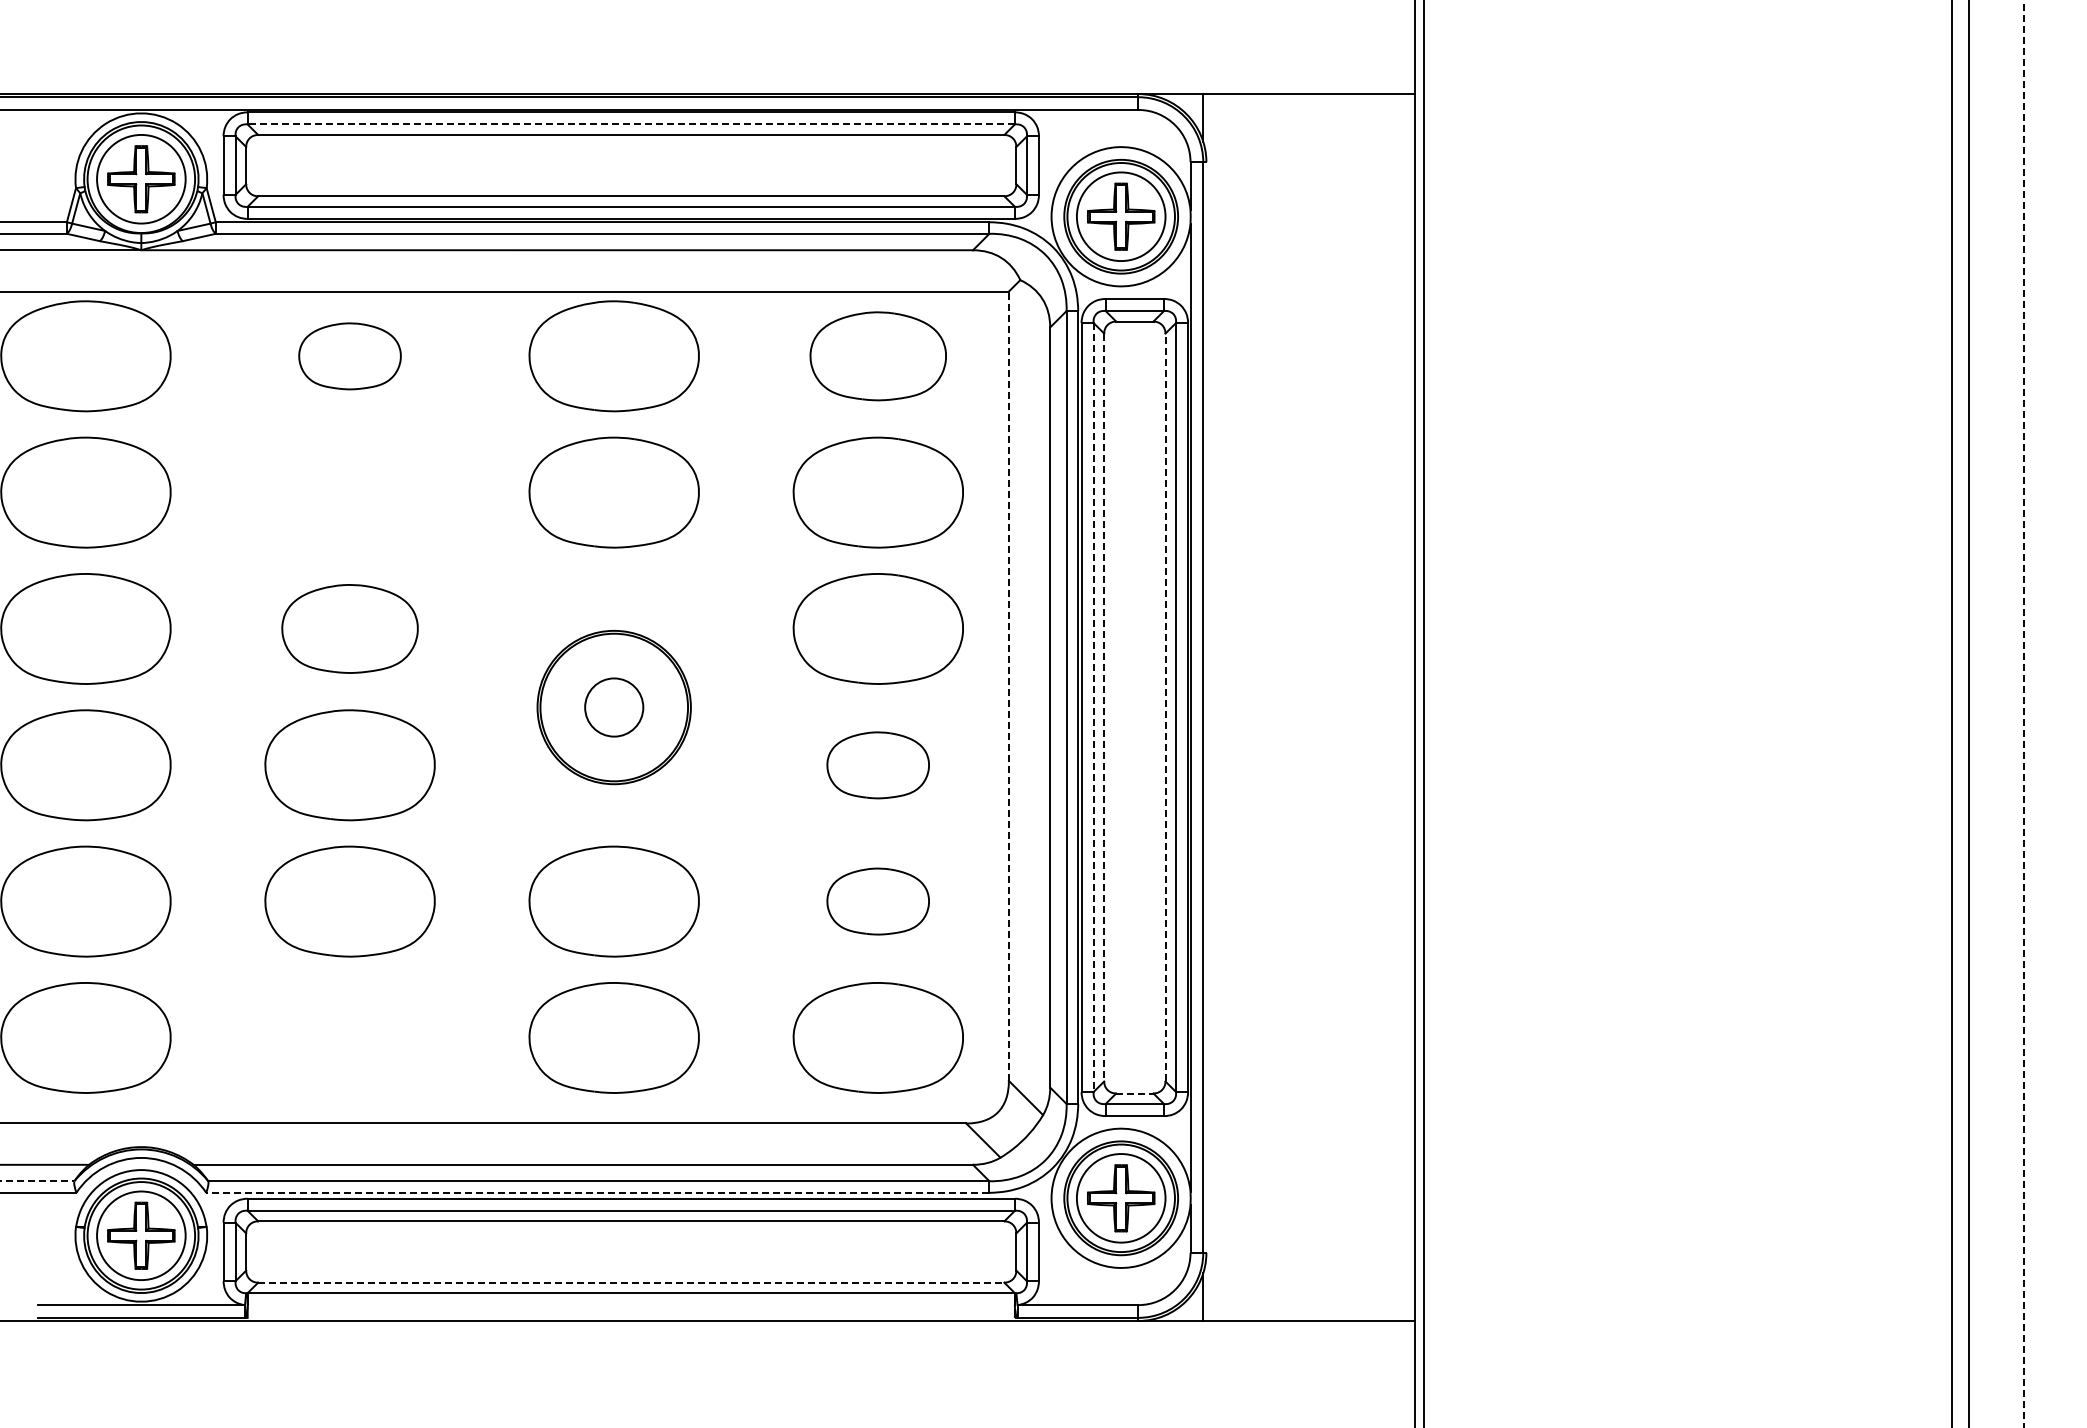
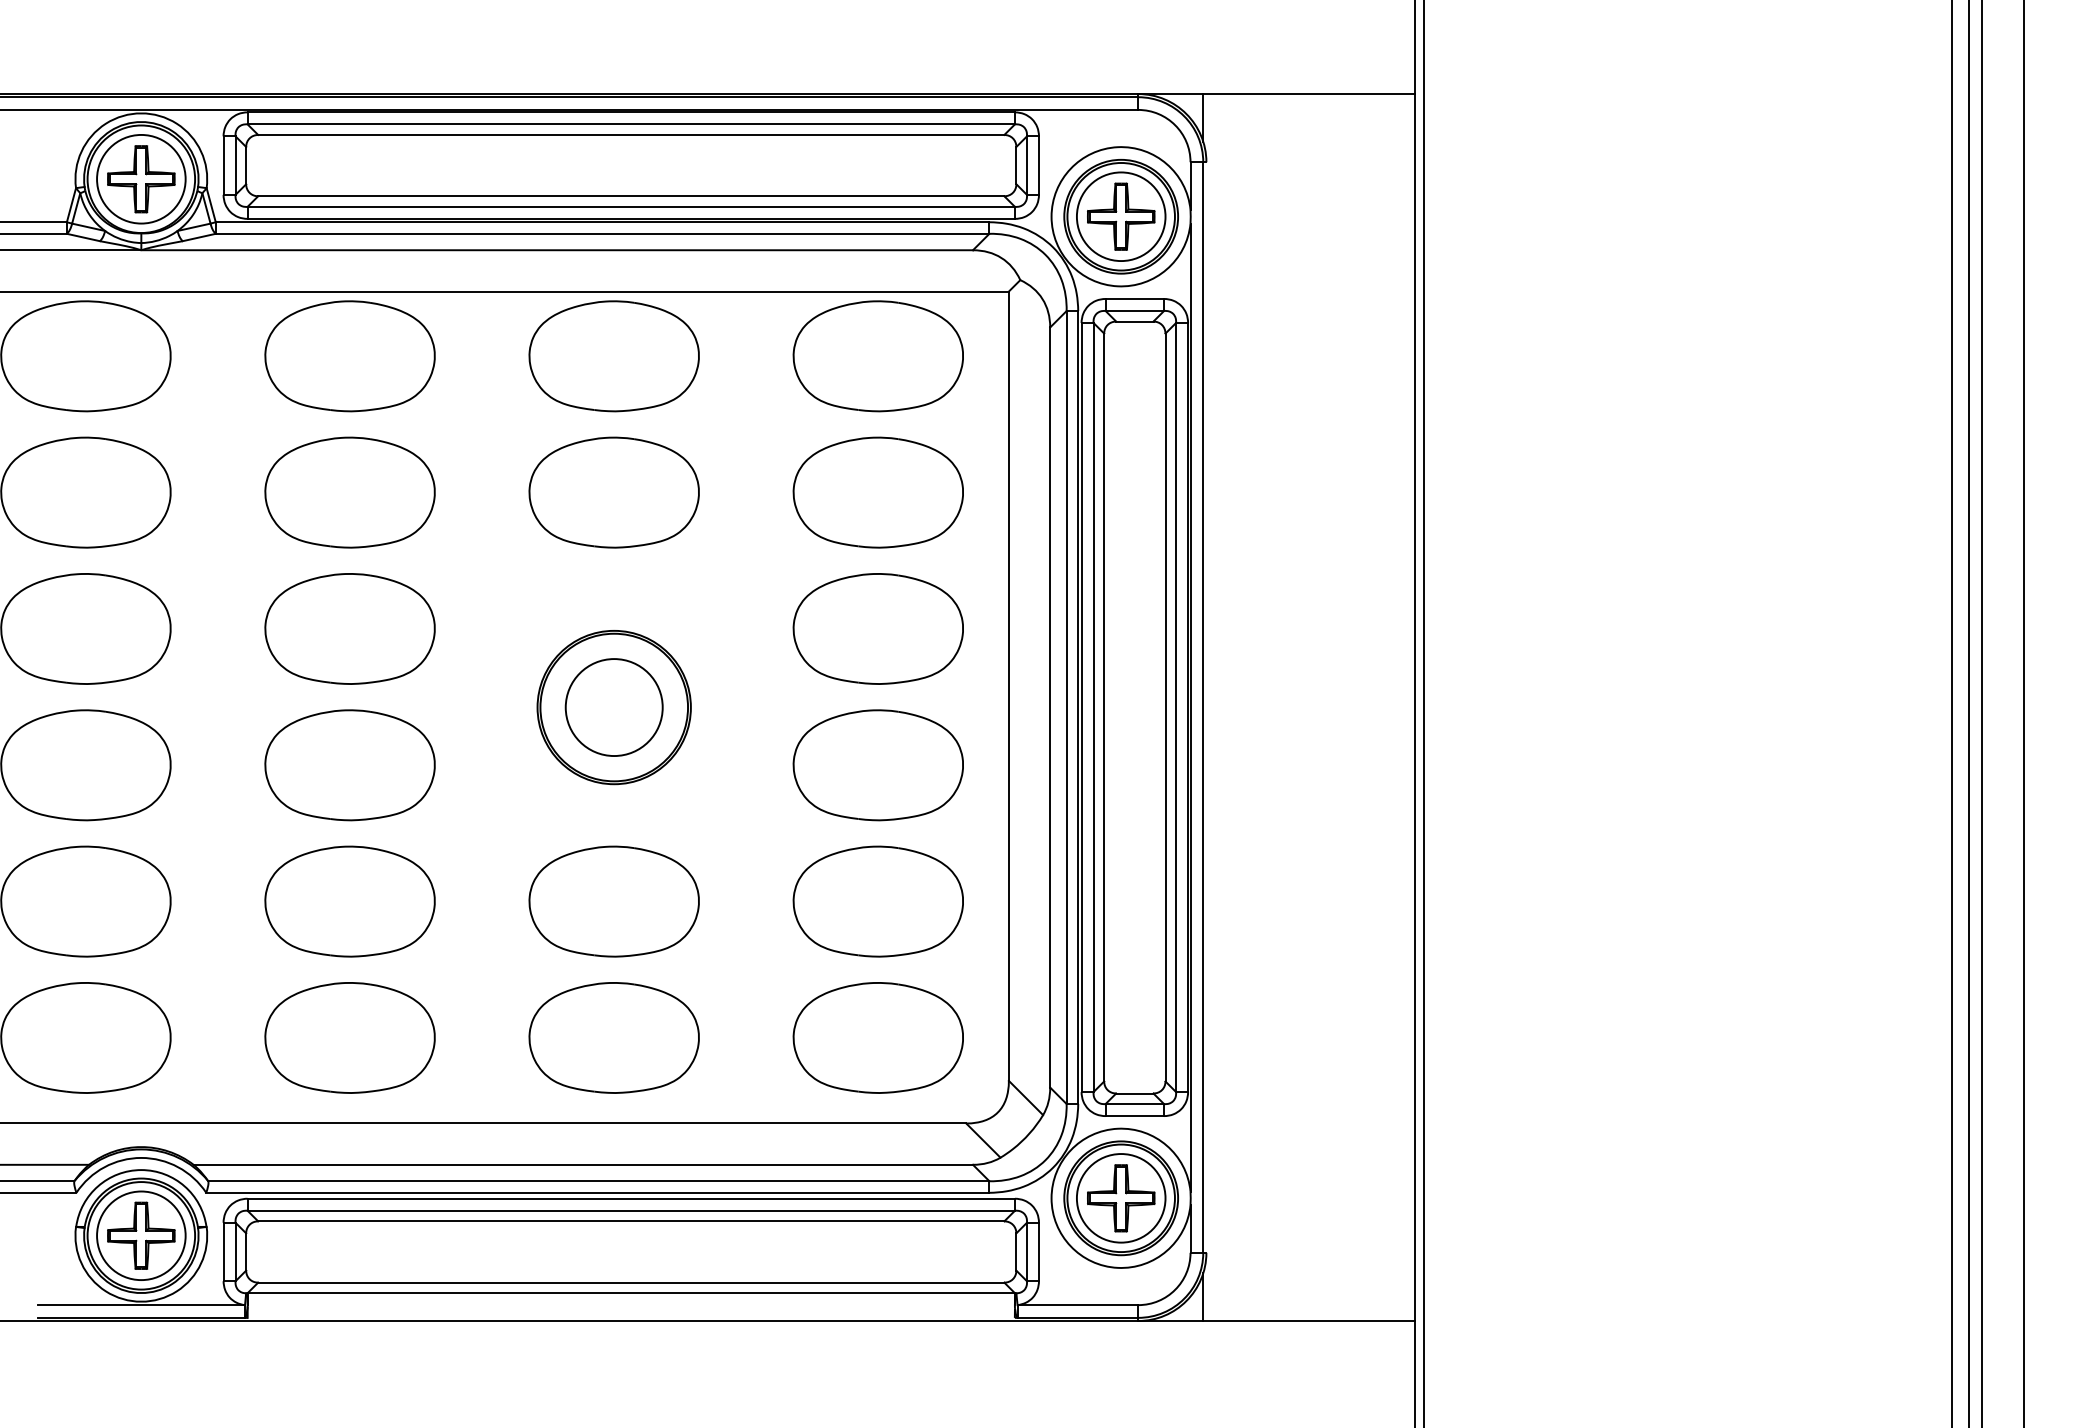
line at (631, 124): dashed -> solid
part at (349, 356) size: 104x69 px -> 172x113 px
part at (877, 356) size: 138x91 px -> 172x113 px
part at (349, 492): none -> present
part at (349, 628) size: 138x90 px -> 172x112 px
line at (1008, 686): dashed -> solid
circle at (614, 707) diameter: 58 px -> 97 px
line at (1093, 707): dashed -> solid
line at (1104, 707): dashed -> solid
line at (1165, 707): dashed -> solid
line at (1981, 713): none -> present
line at (2024, 713): dashed -> solid
part at (877, 765) size: 104x69 px -> 172x113 px
part at (877, 901) size: 104x69 px -> 172x113 px
part at (349, 1037): none -> present
line at (1134, 1093): dashed -> solid
line at (37, 1181): dashed -> solid
line at (597, 1192): dashed -> solid
line at (631, 1282): dashed -> solid
